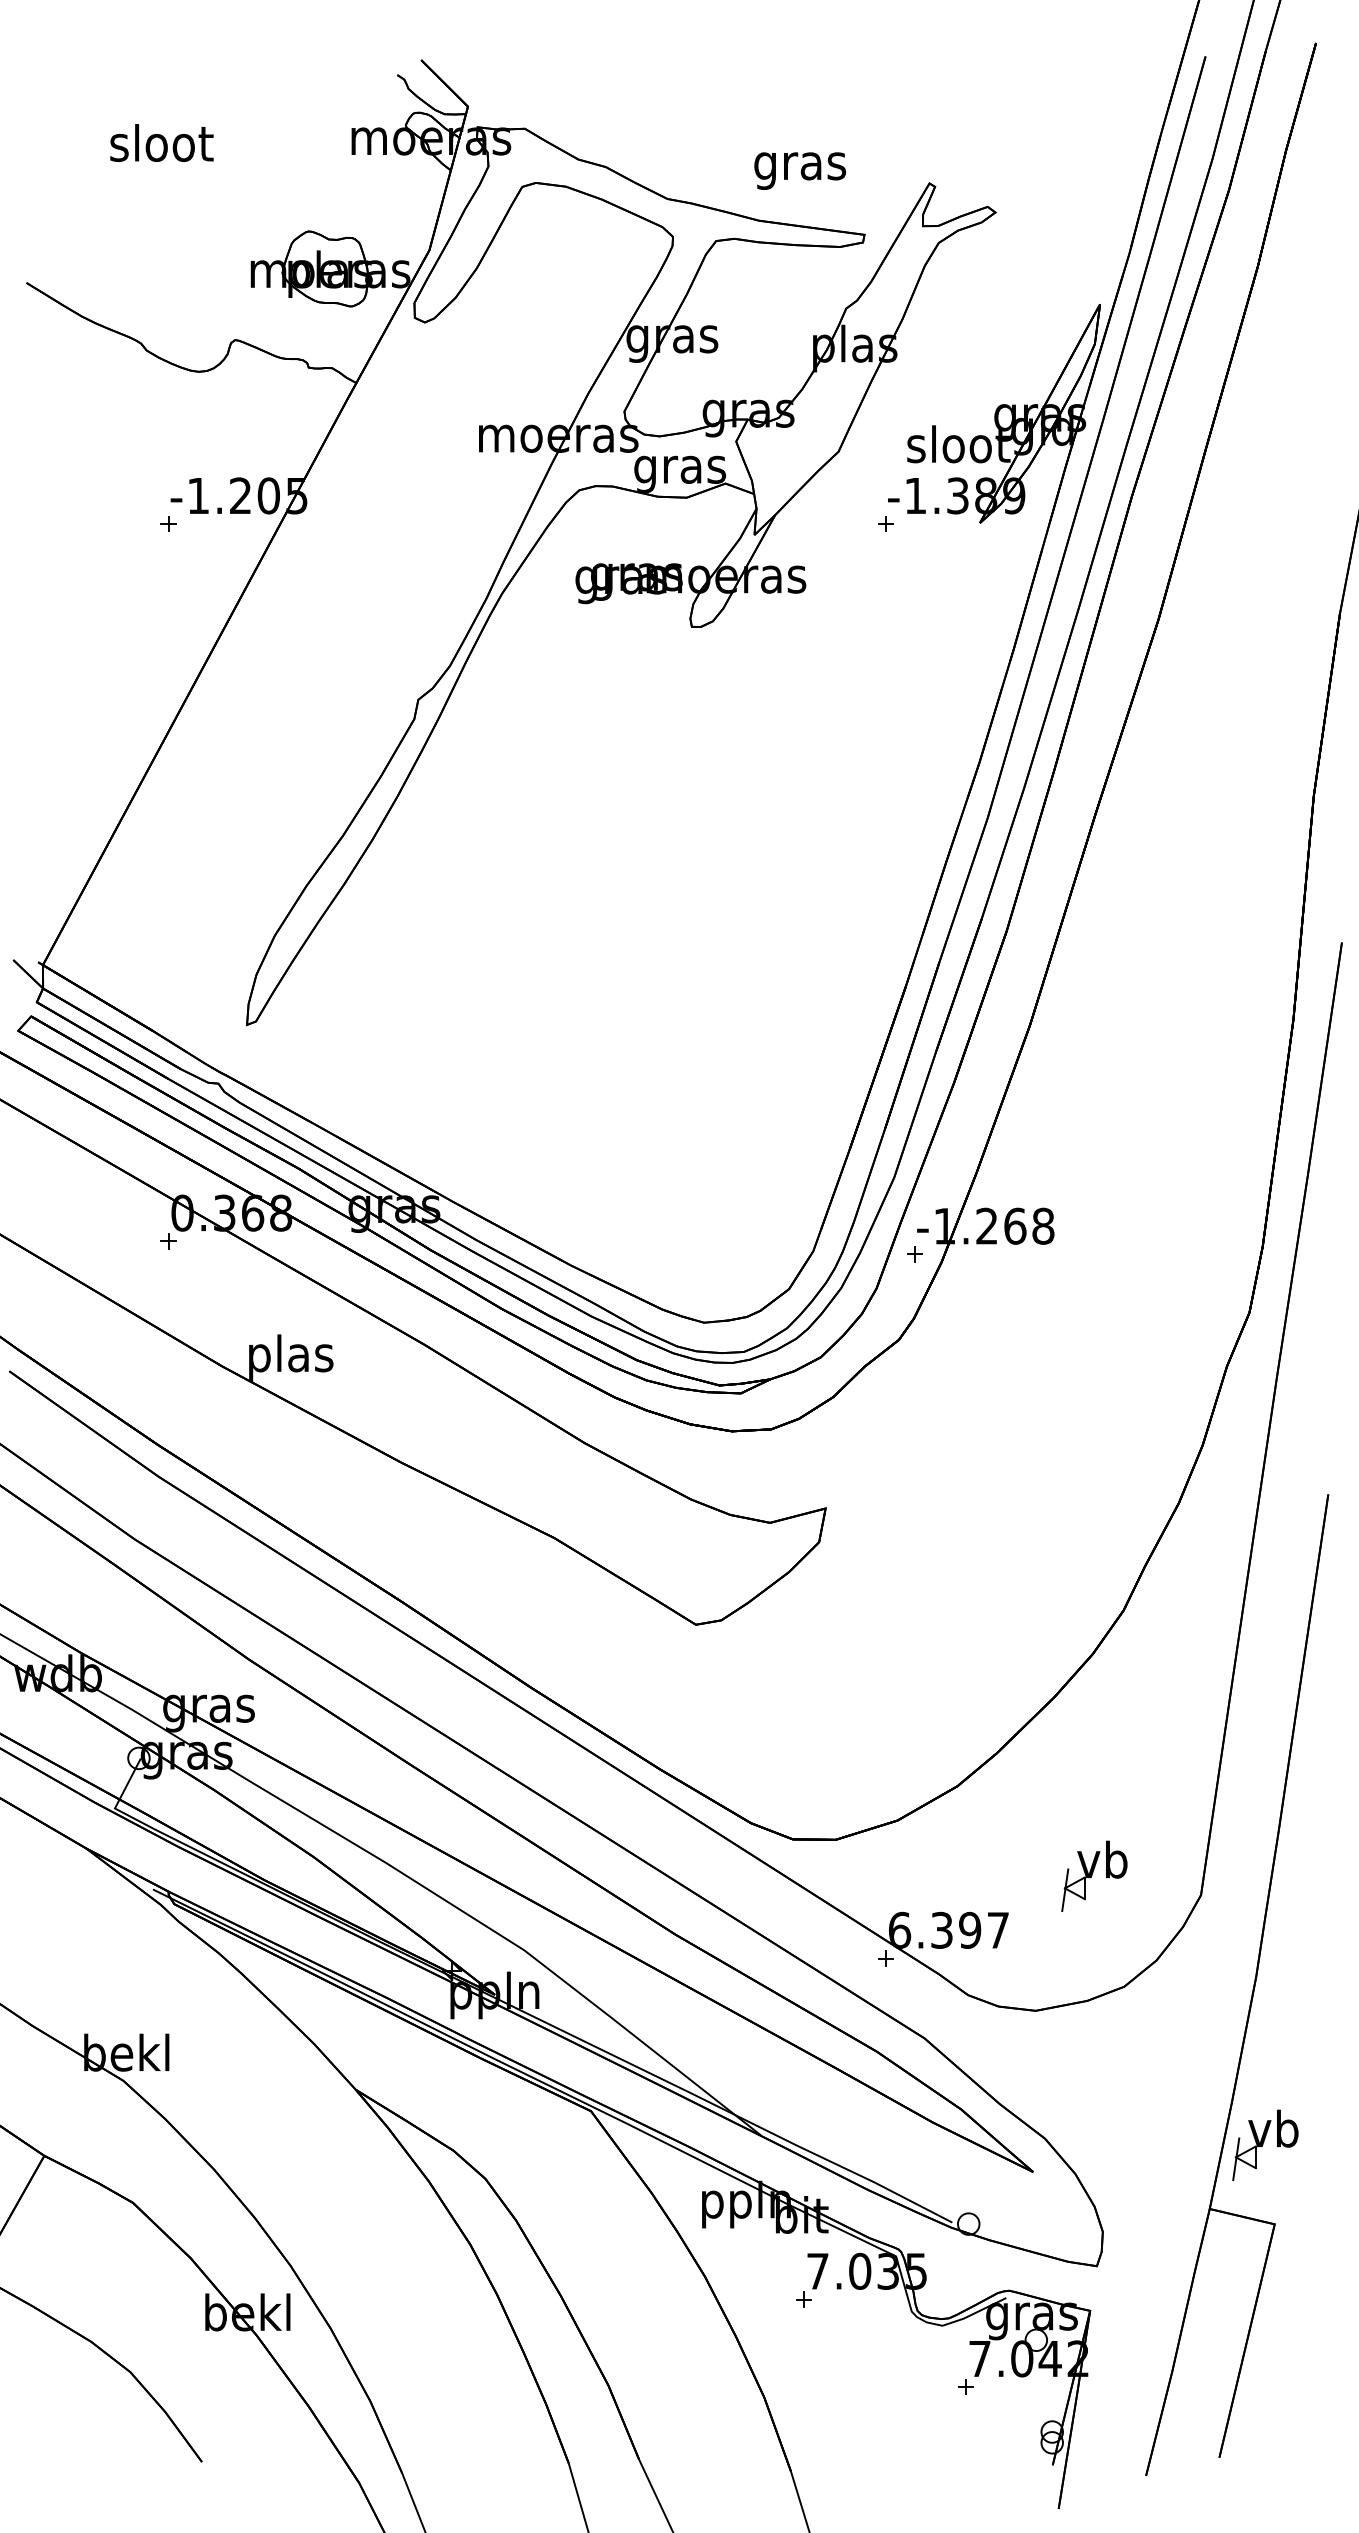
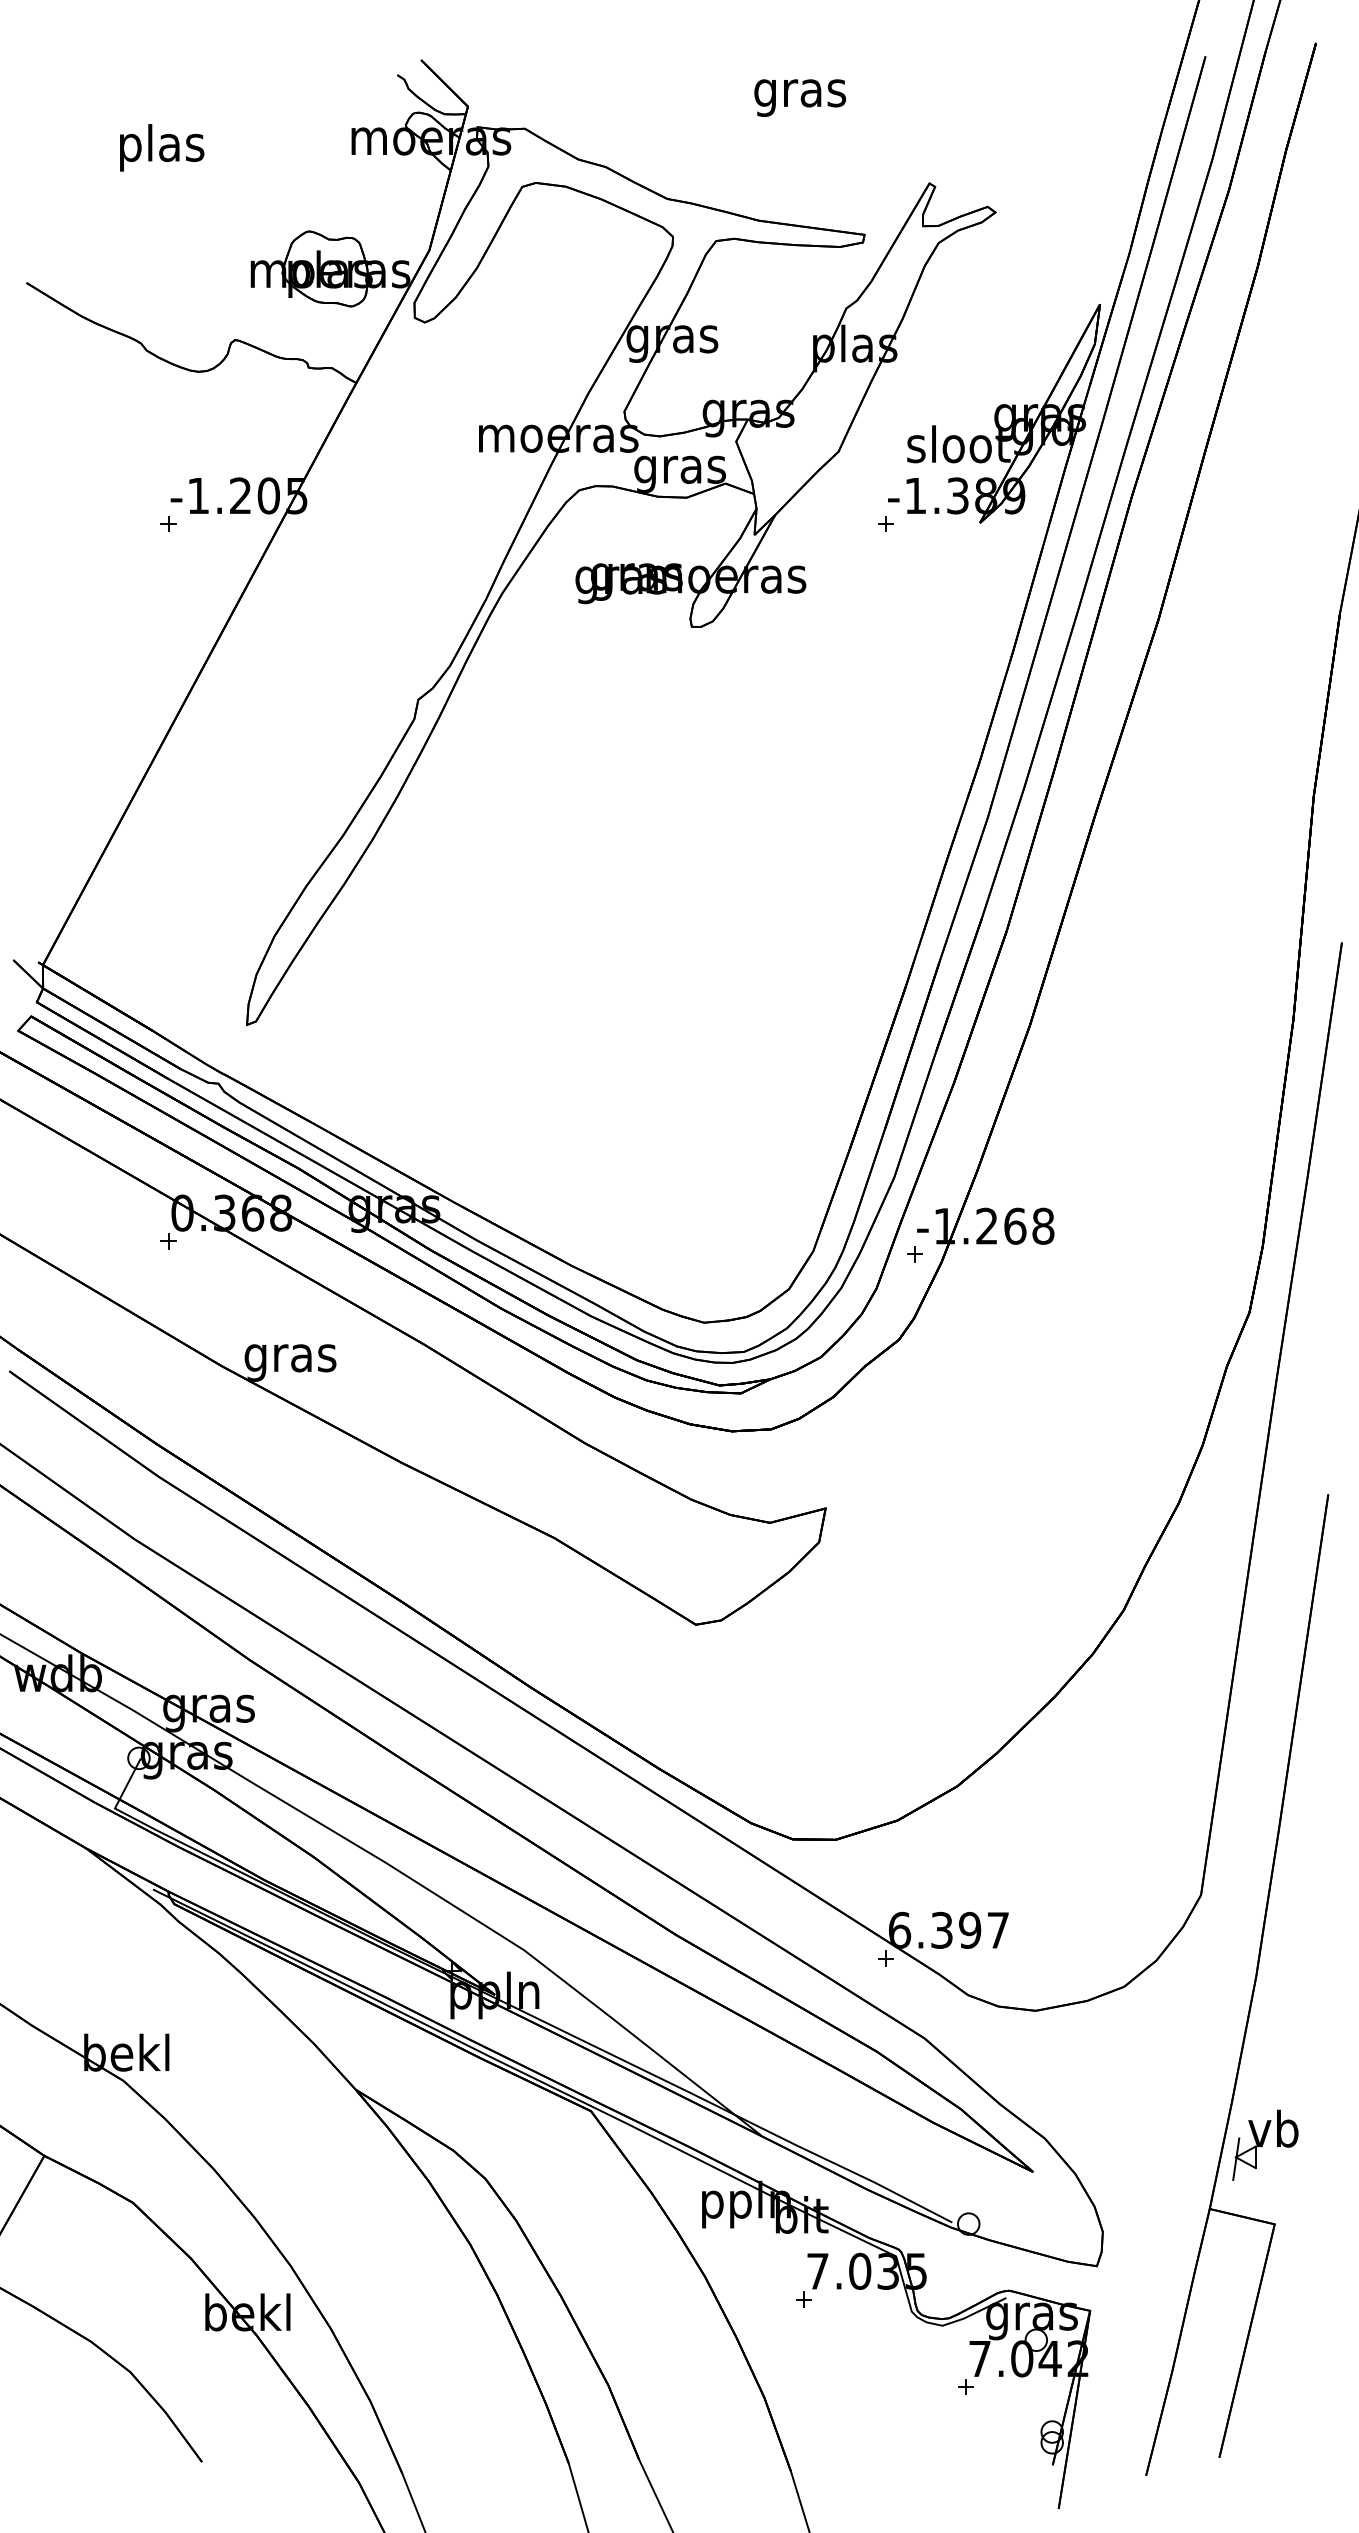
text at (161, 147): sloot -> plas
text at (800, 170) position: (800, 170) -> (800, 97)
text at (290, 1357): plas -> gras
part at (1094, 1875): present -> none
